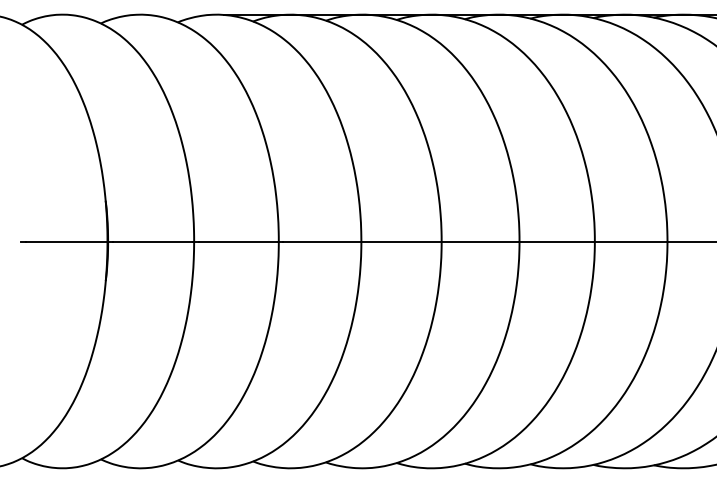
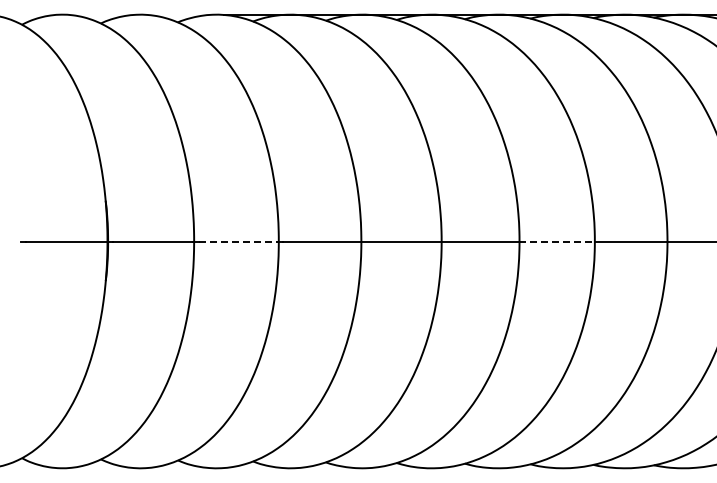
line at (238, 241): solid -> dashed
line at (557, 241): solid -> dashed
